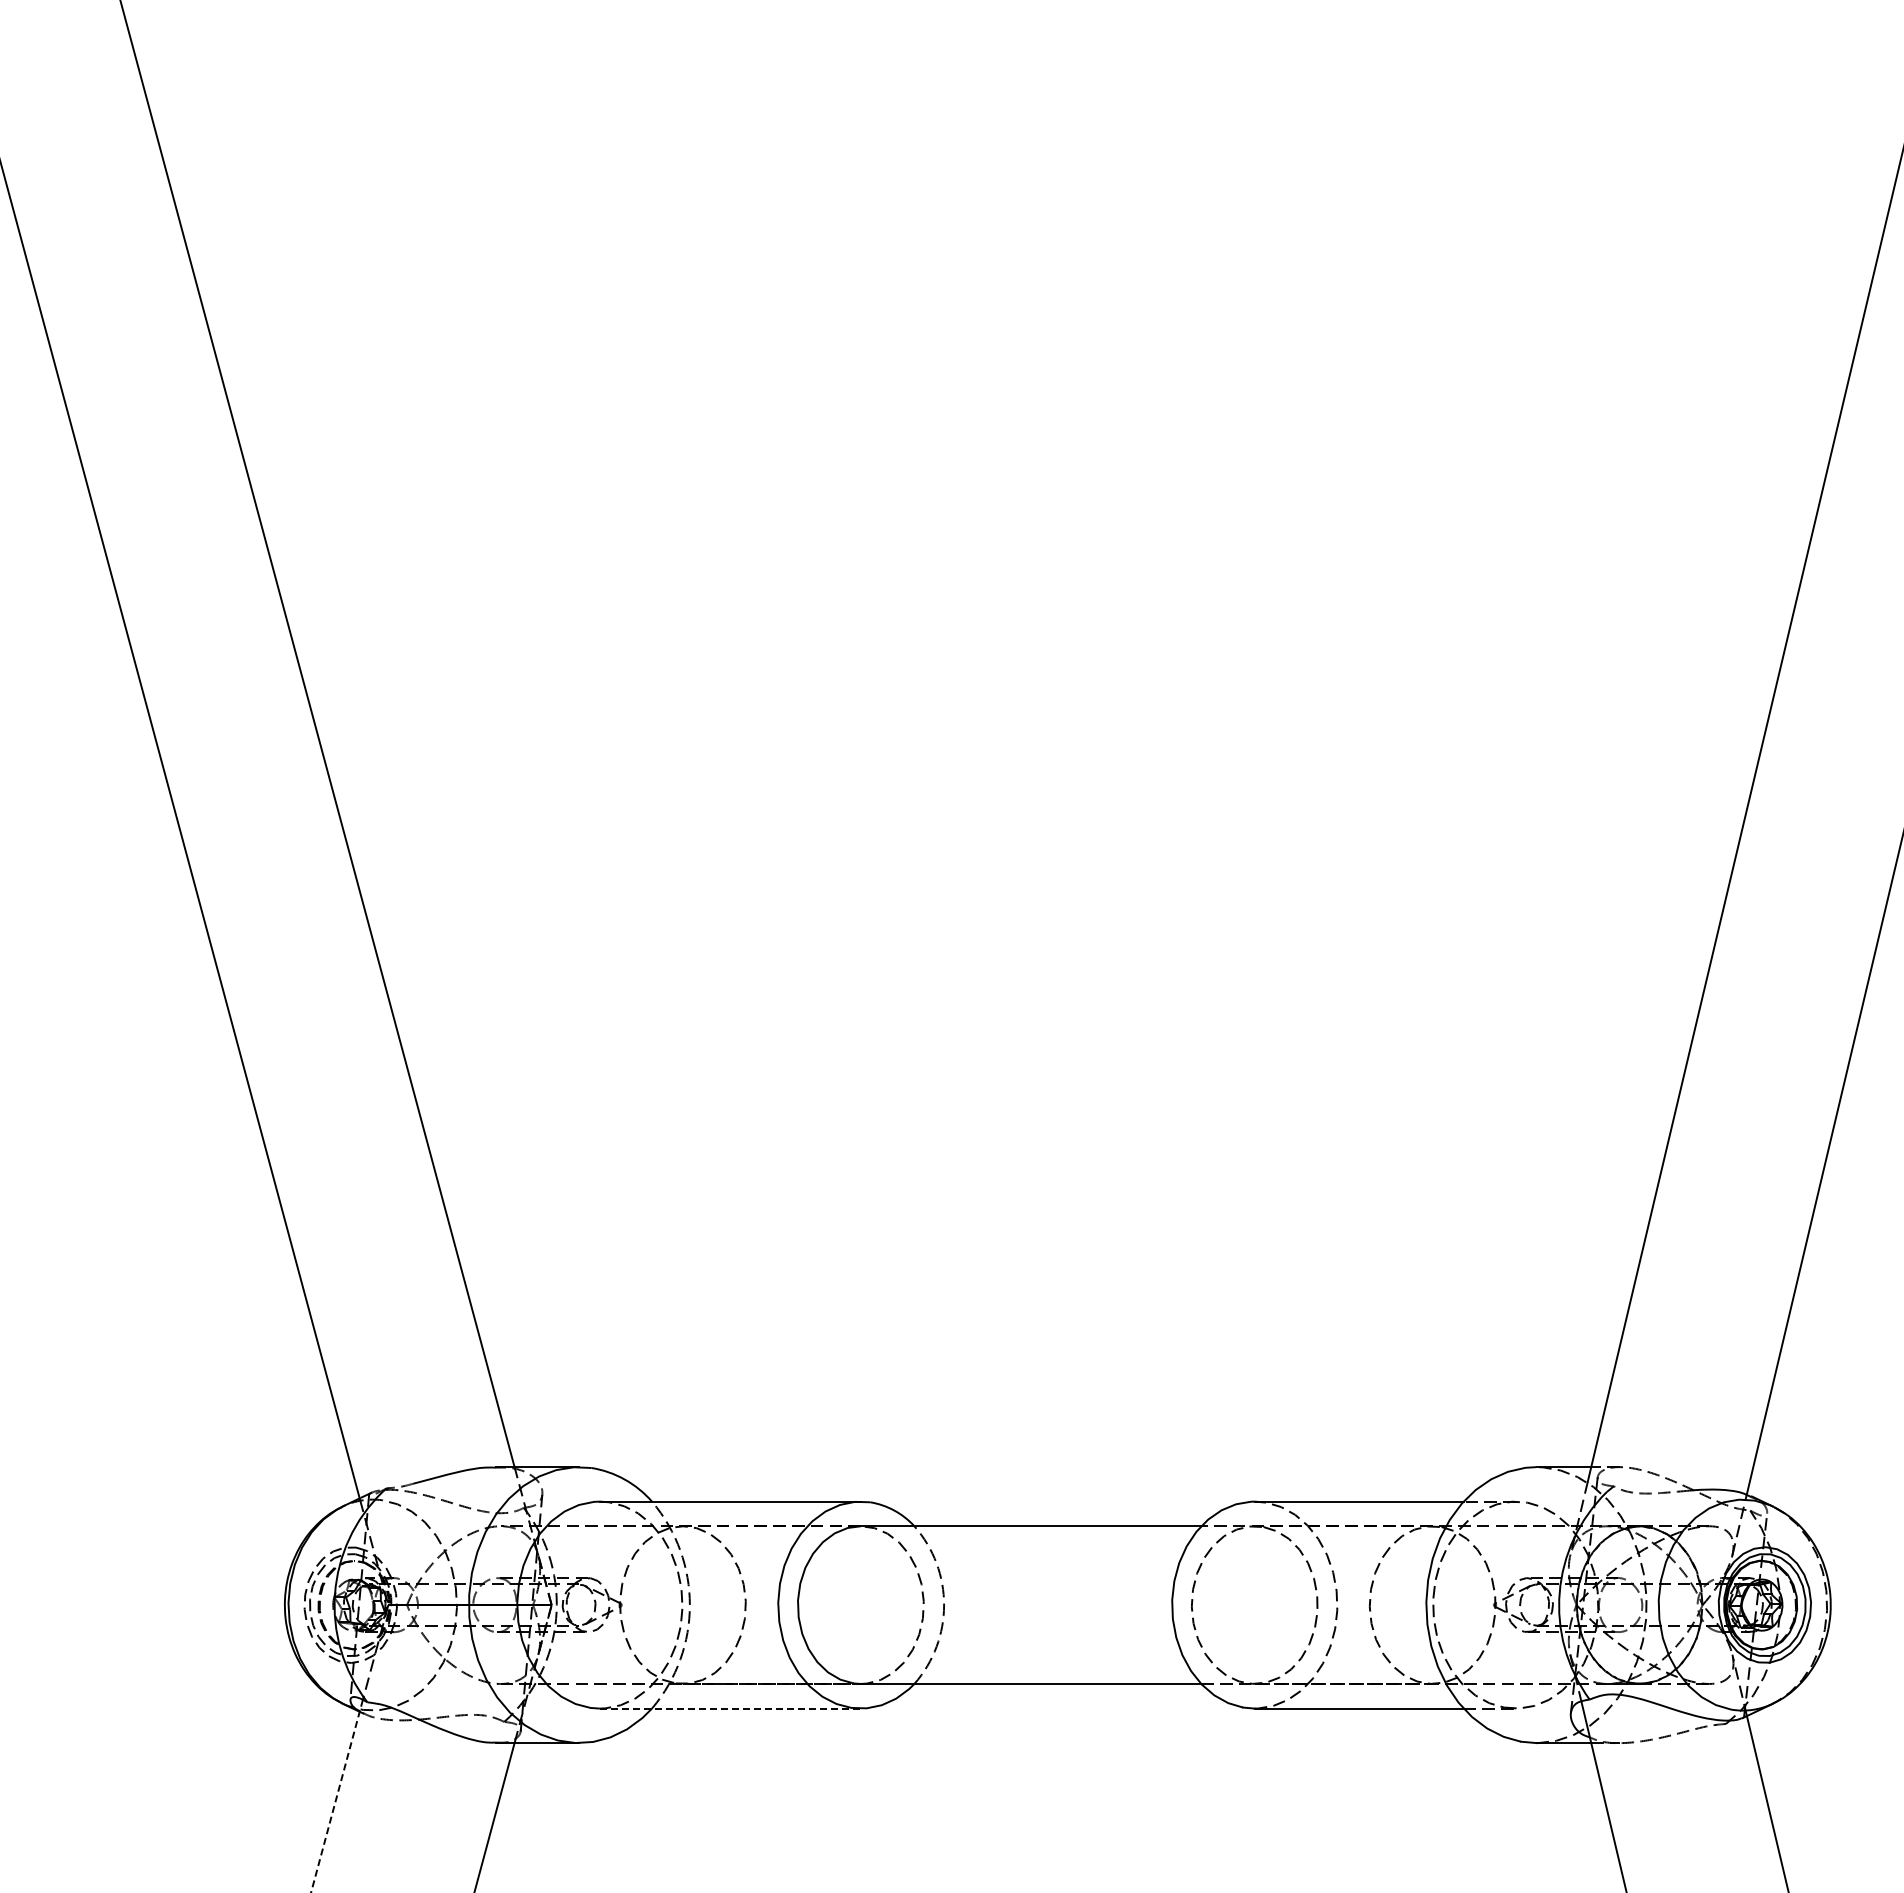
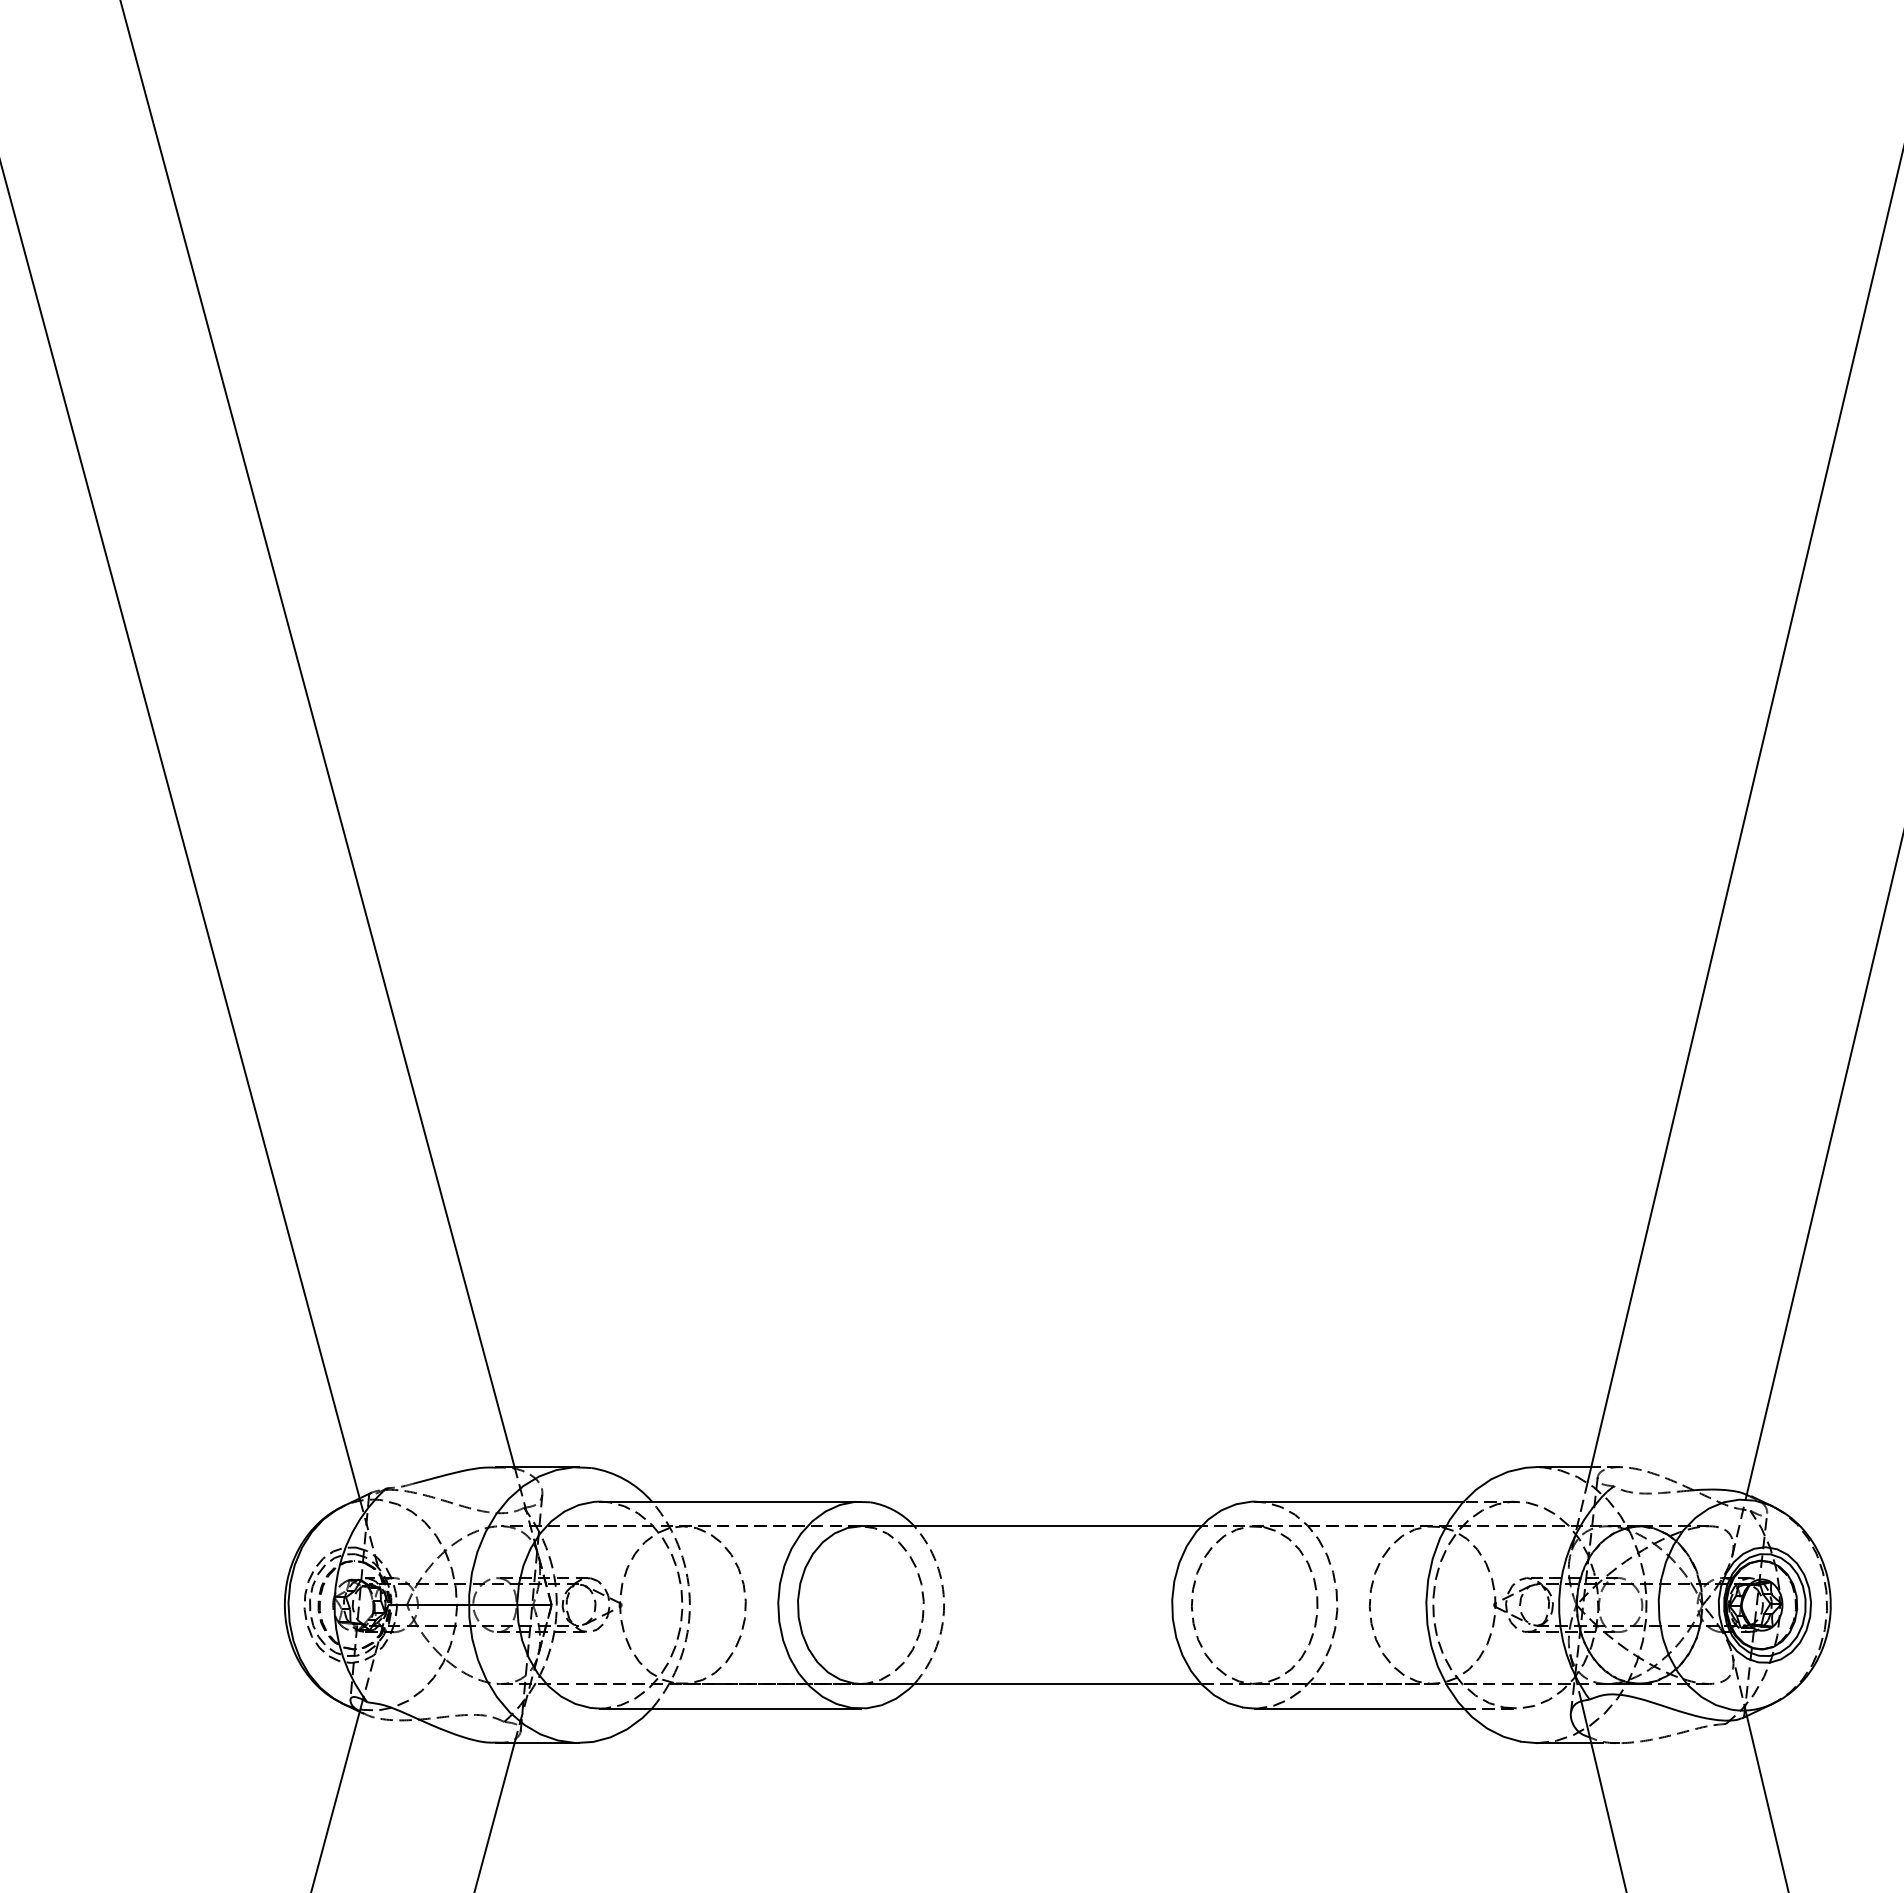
line at (730, 1708): dashed -> solid
line at (336, 1796): dashed -> solid
